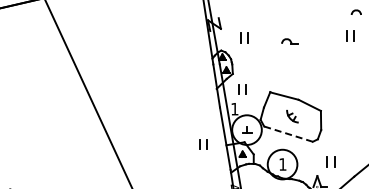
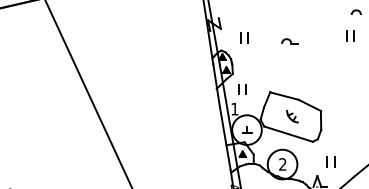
line at (288, 134): dashed -> solid
part at (203, 144): present -> none
text at (282, 164): 1 -> 2
